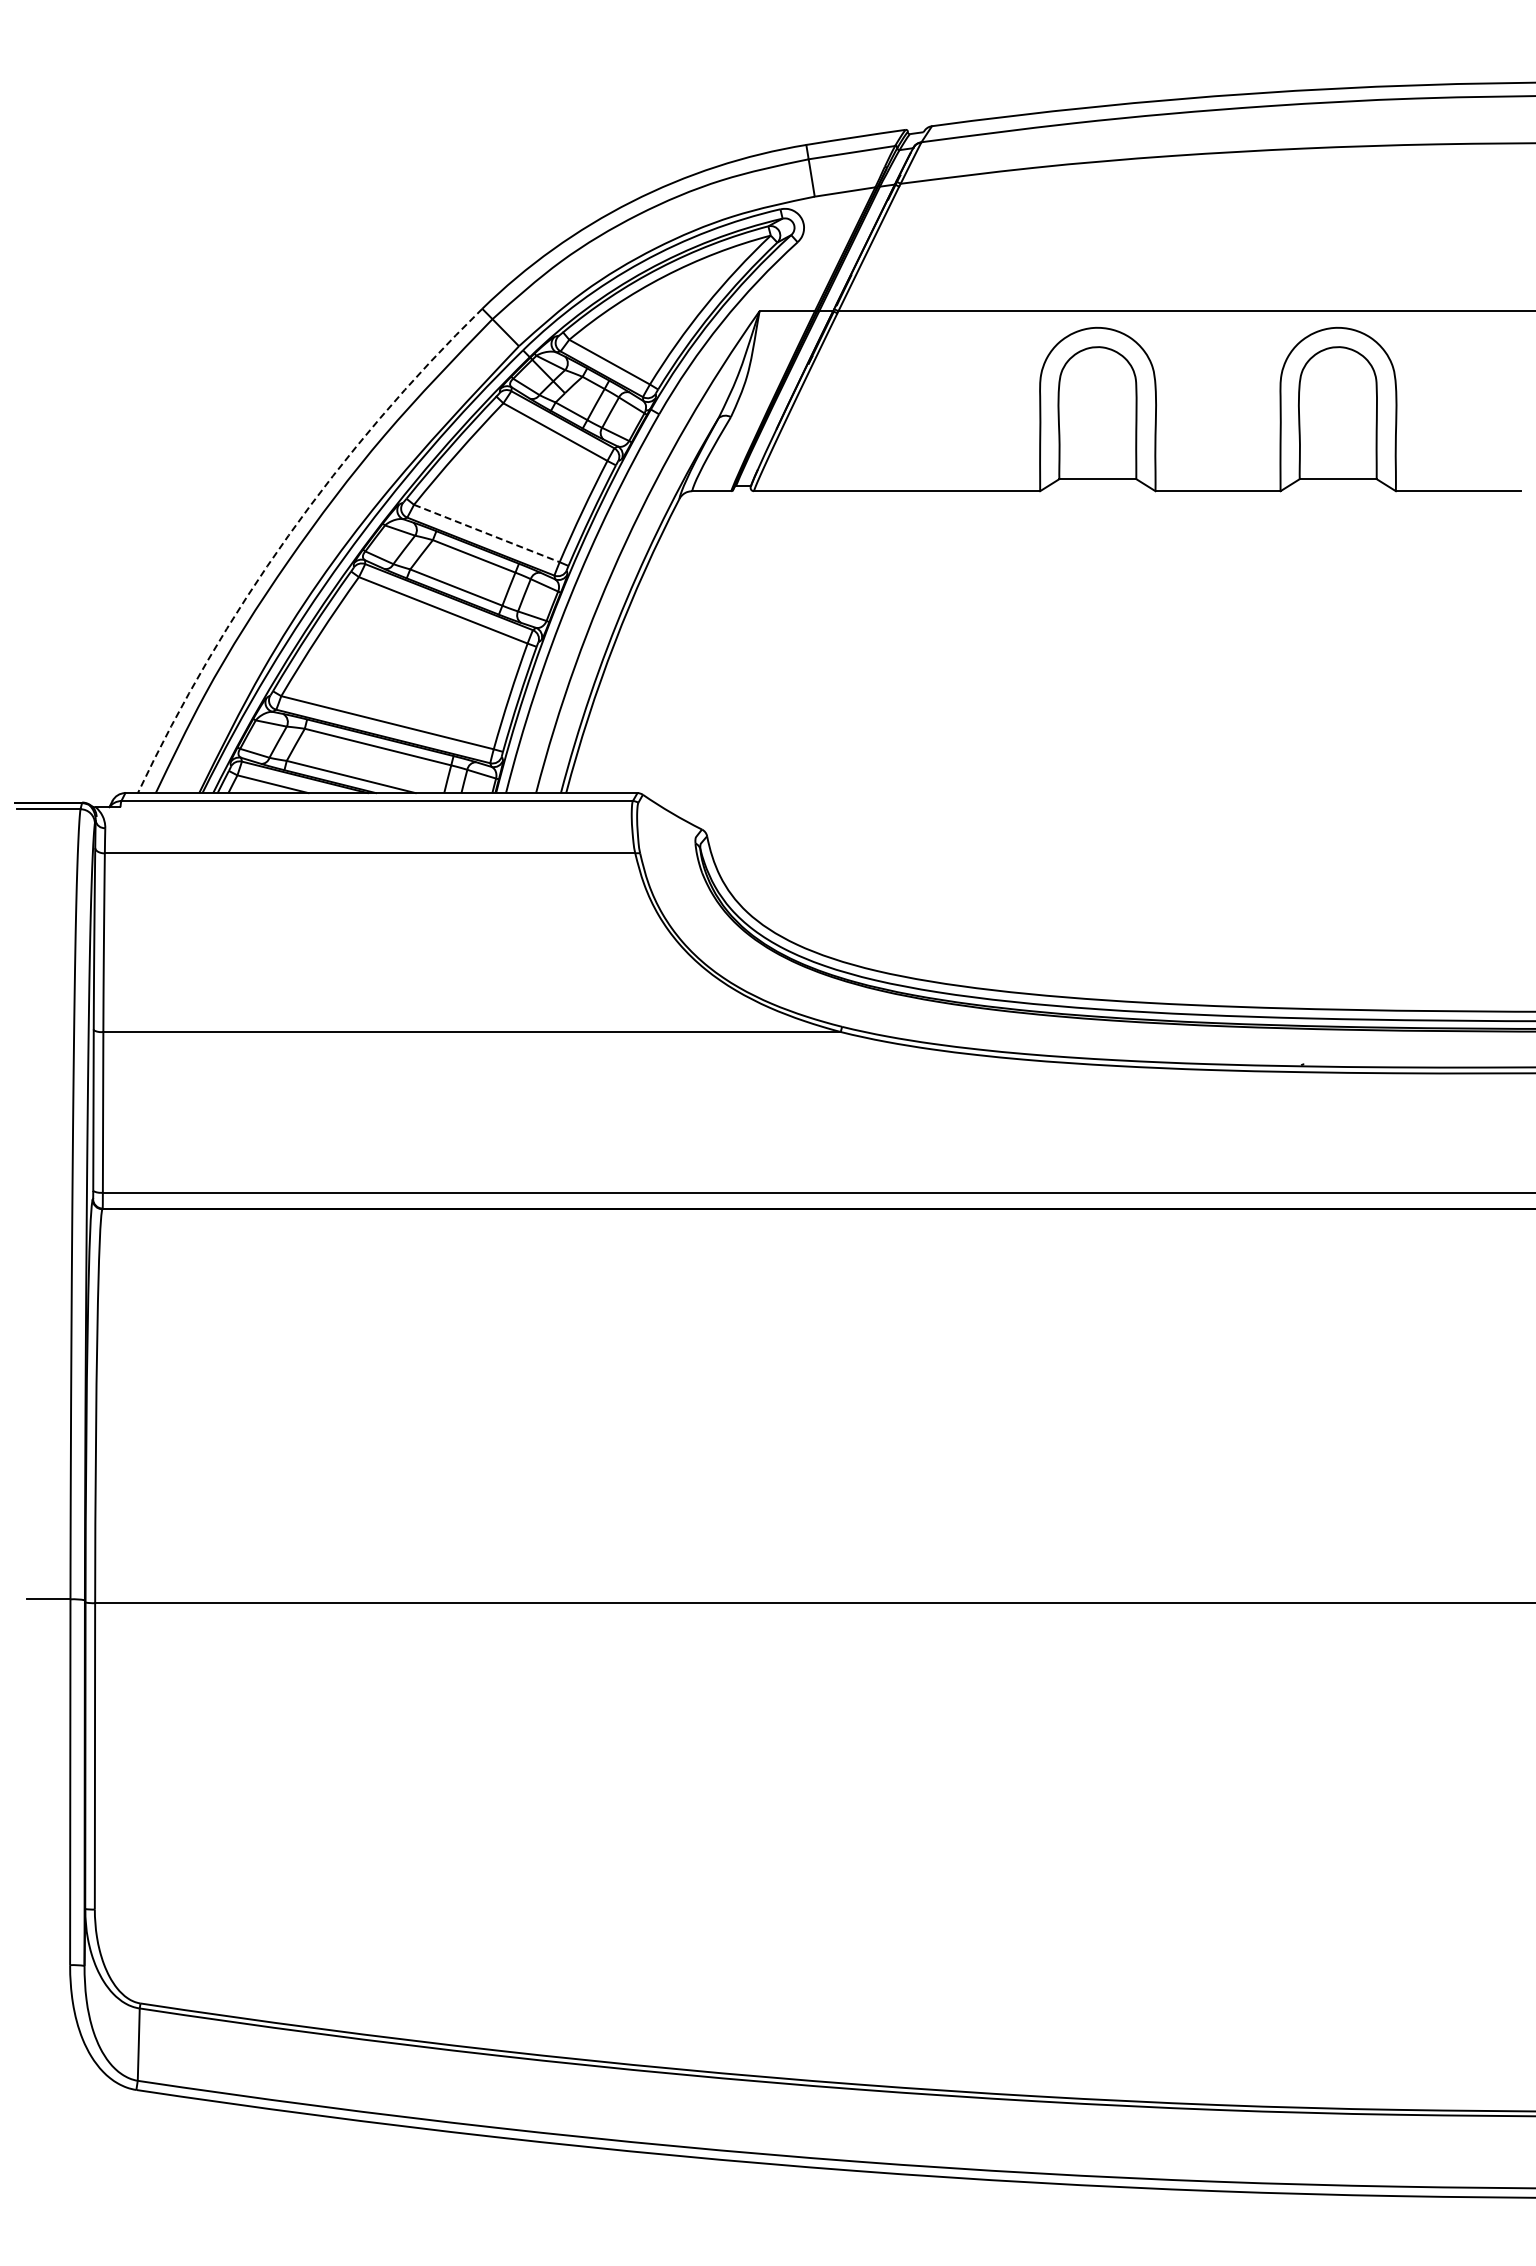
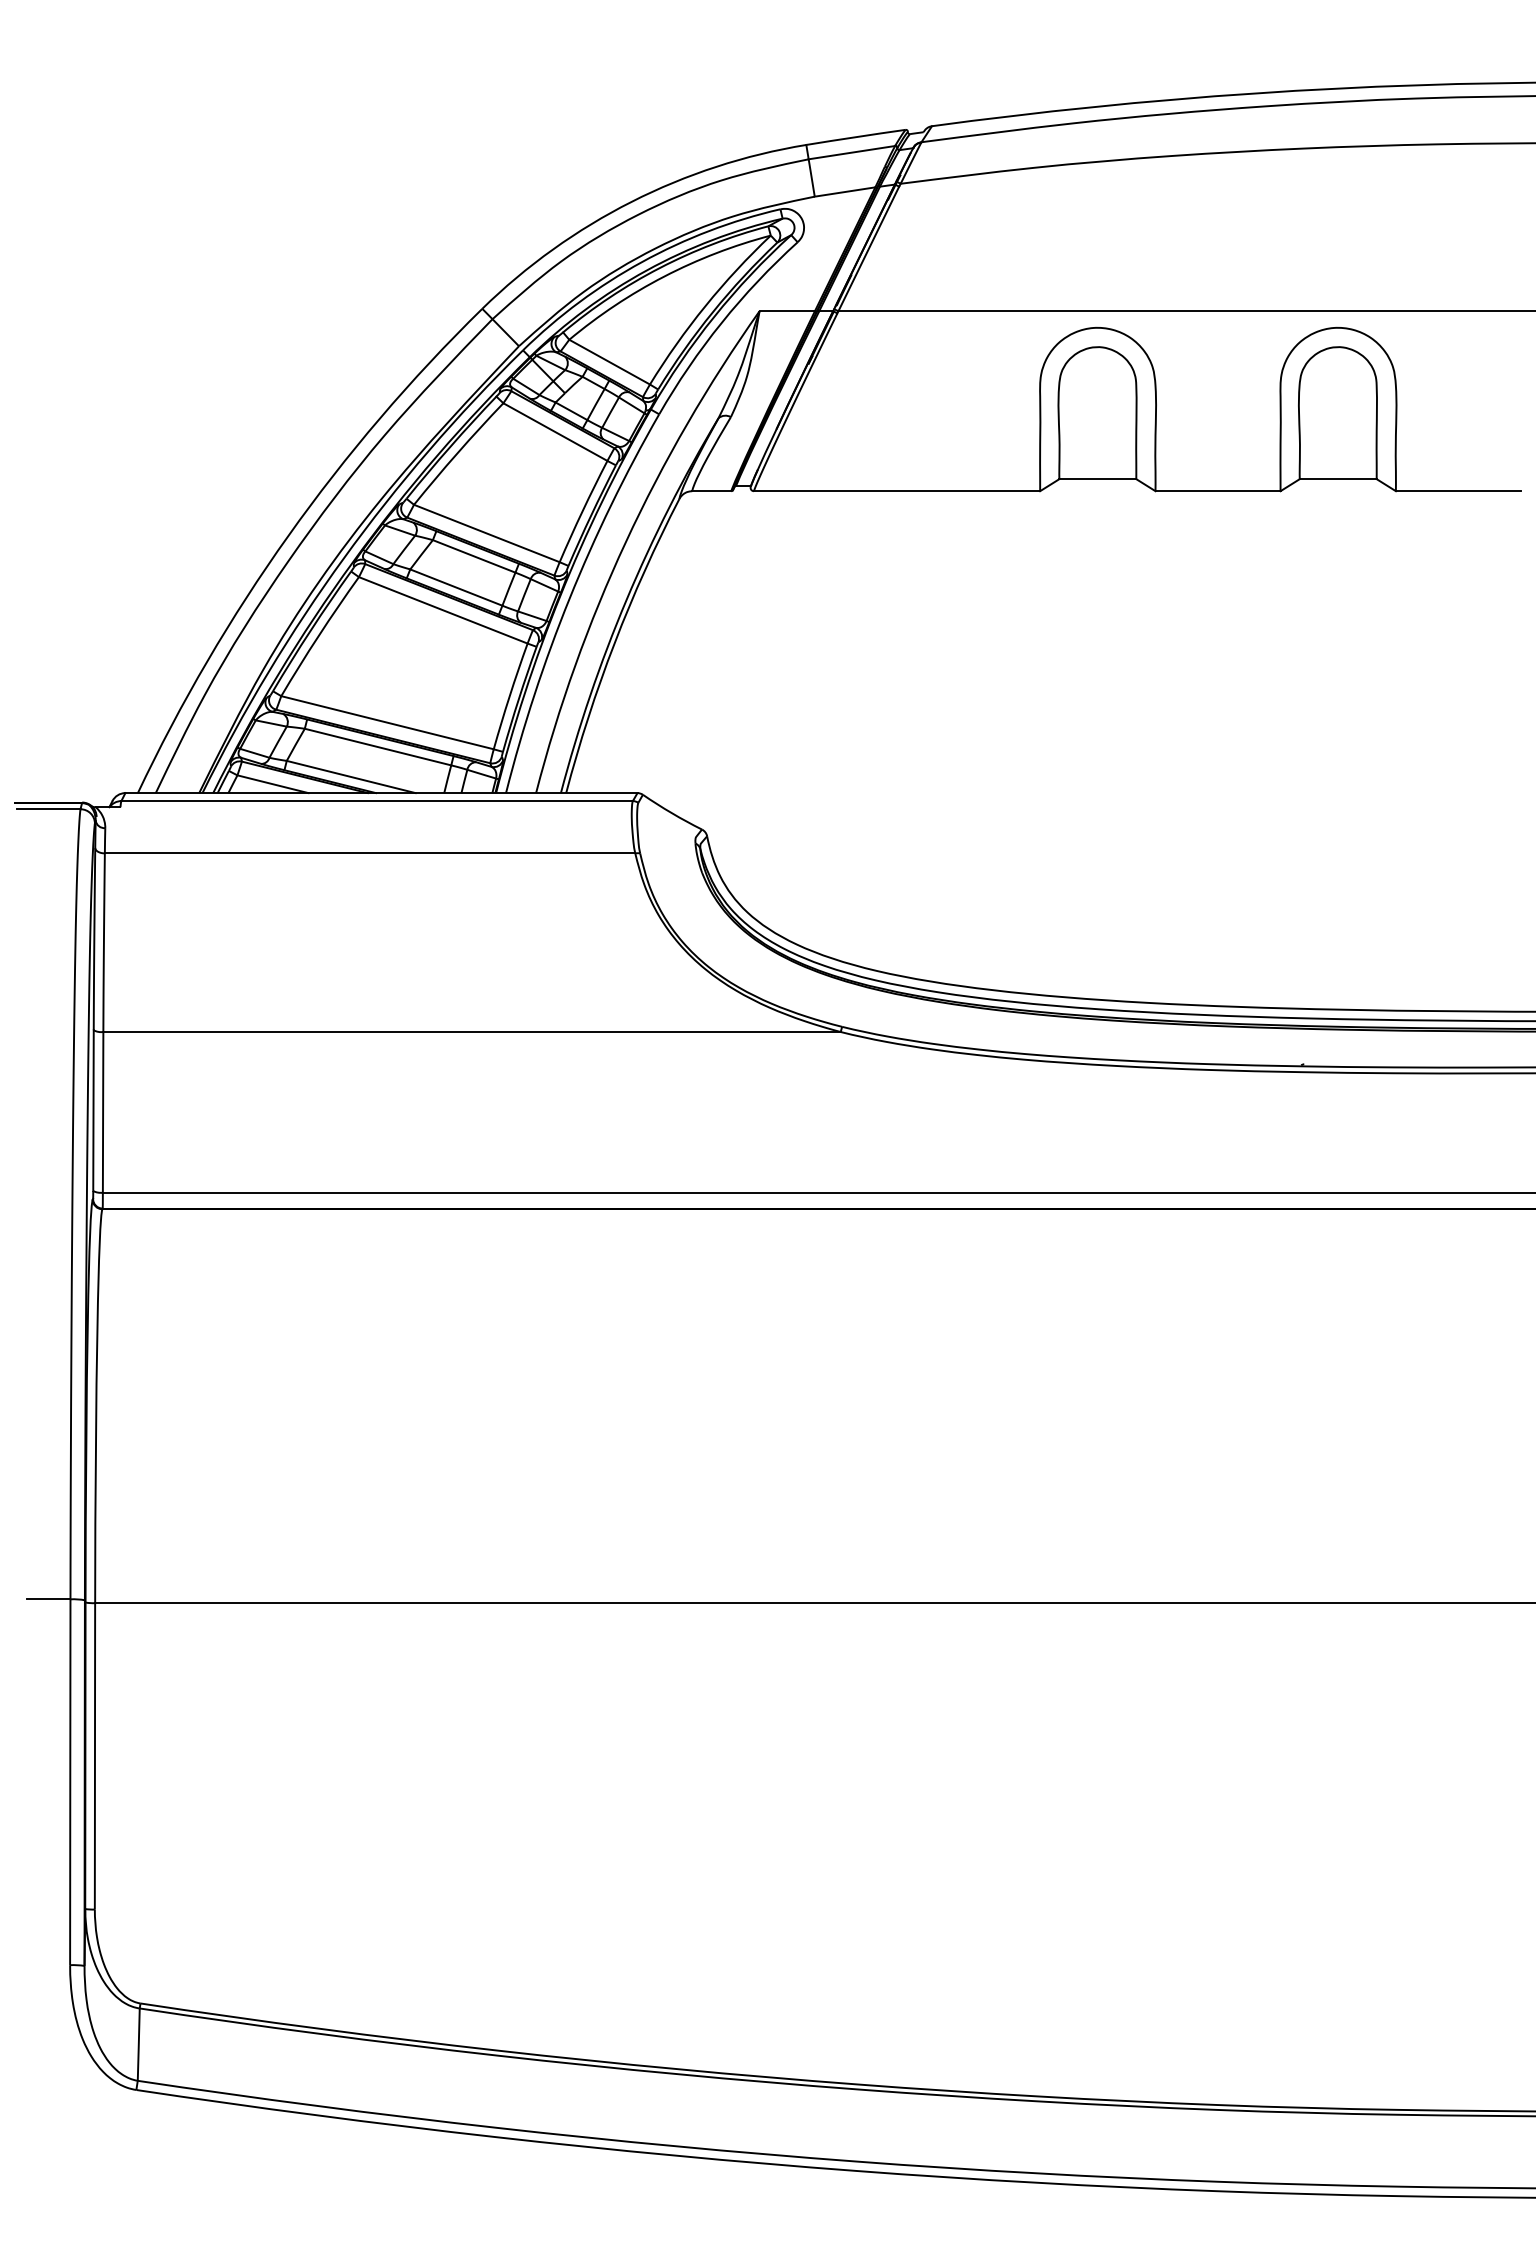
line at (487, 533): dashed -> solid
arc at (288, 535): dashed -> solid
